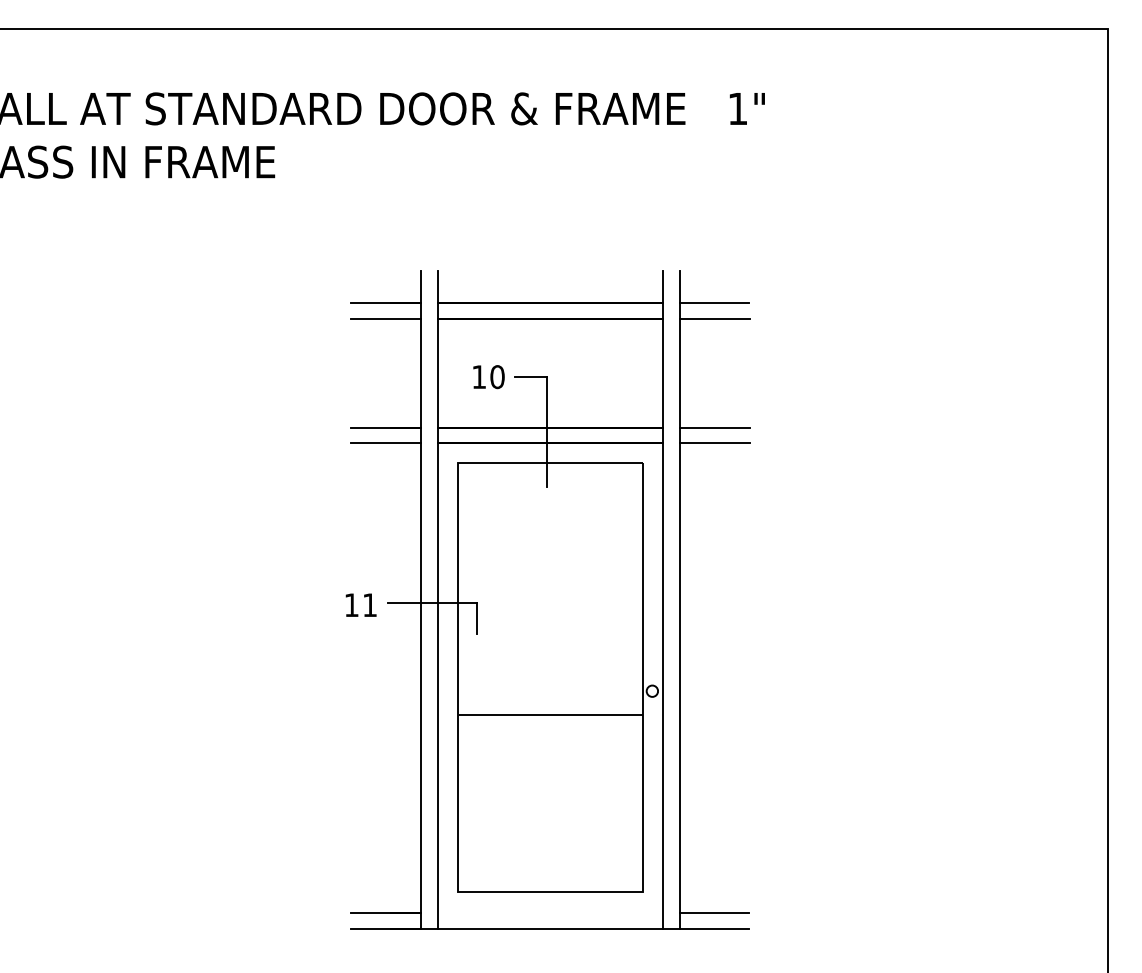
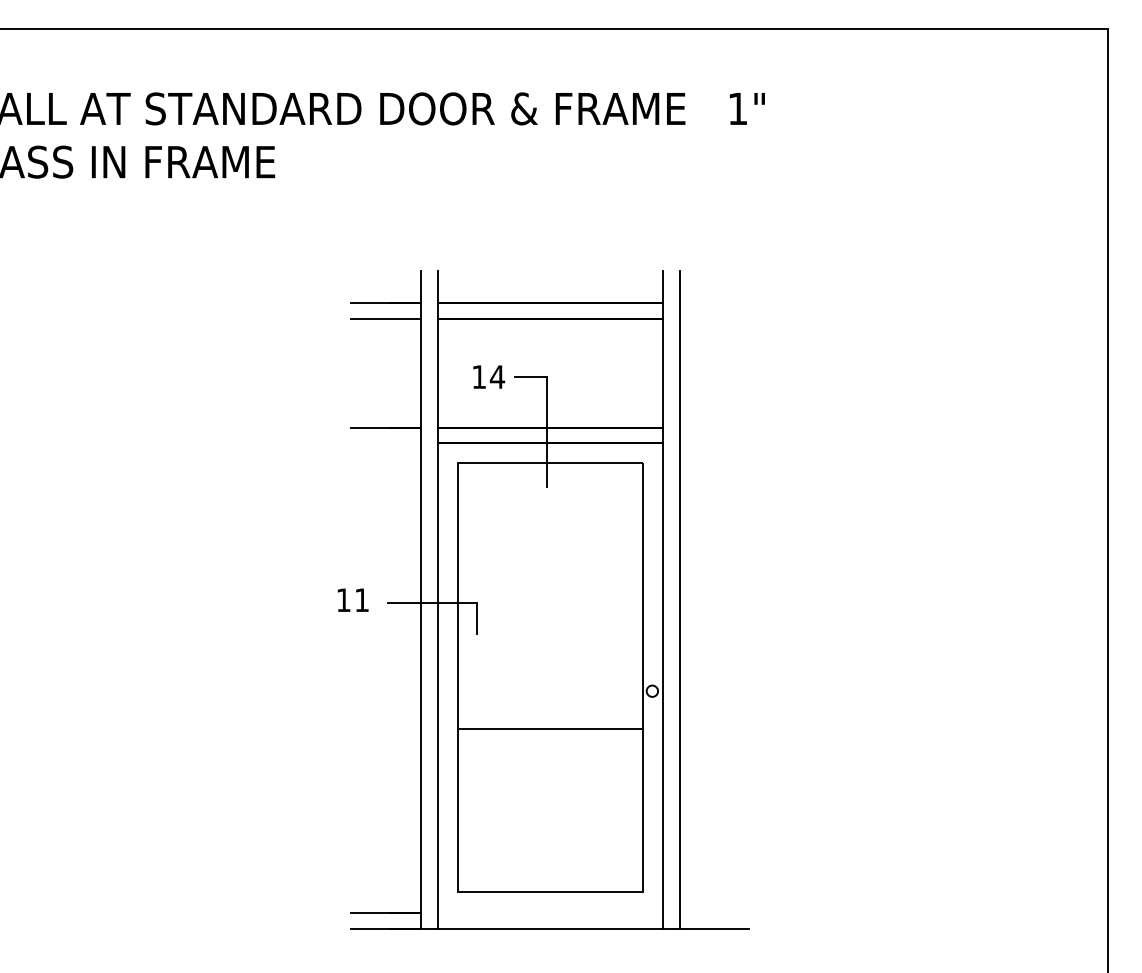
line at (713, 303): present -> none
line at (715, 319): present -> none
text at (497, 377): 10 -> 14
line at (715, 427): present -> none
line at (386, 443): present -> none
line at (715, 443): present -> none
text at (360, 604) position: (360, 604) -> (352, 599)
line at (550, 714) position: (550, 714) -> (550, 728)
line at (713, 912): present -> none
